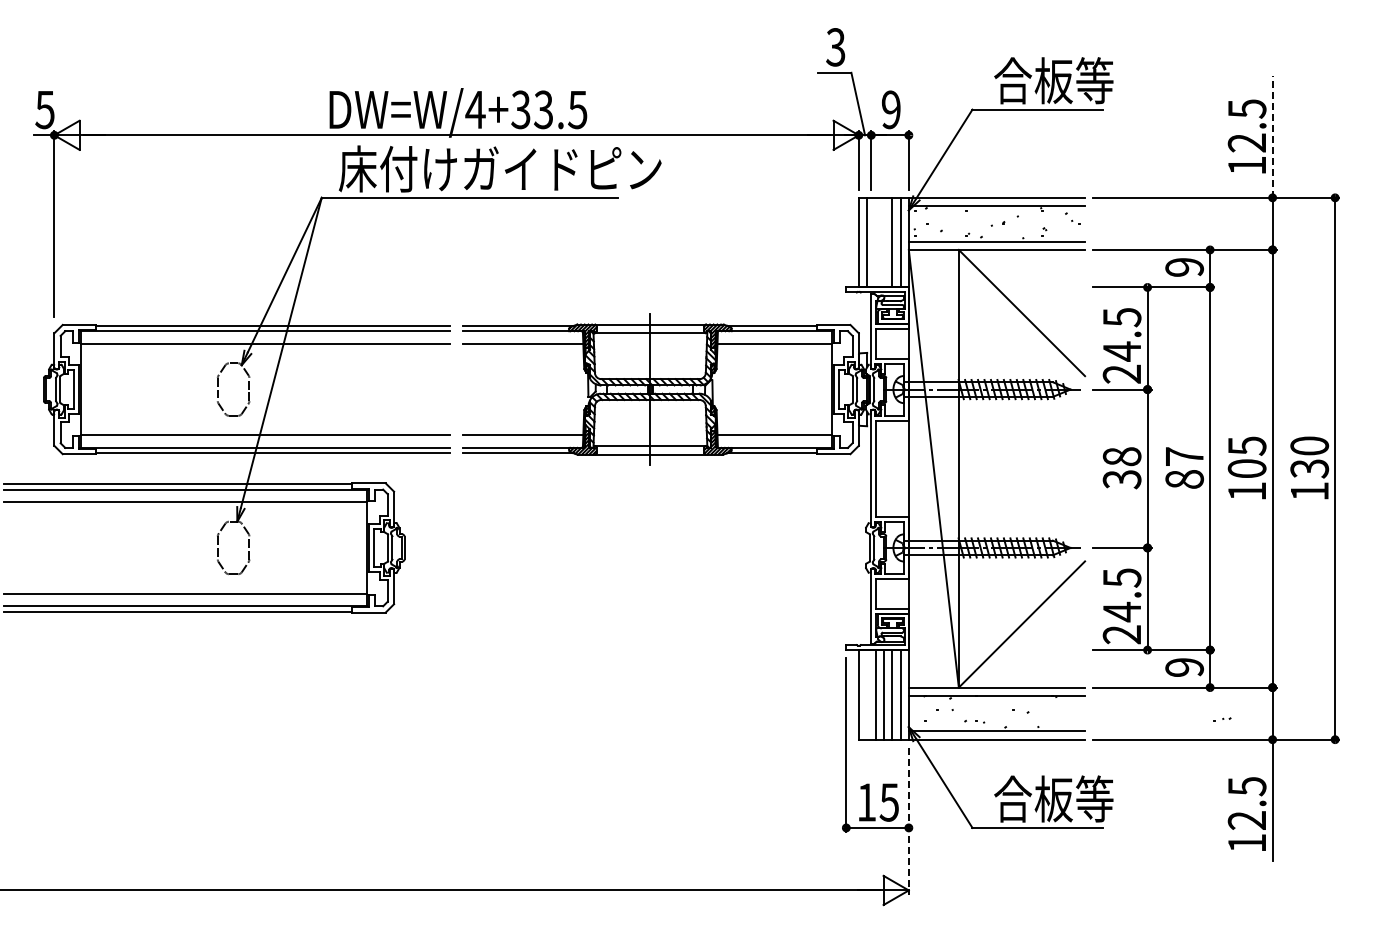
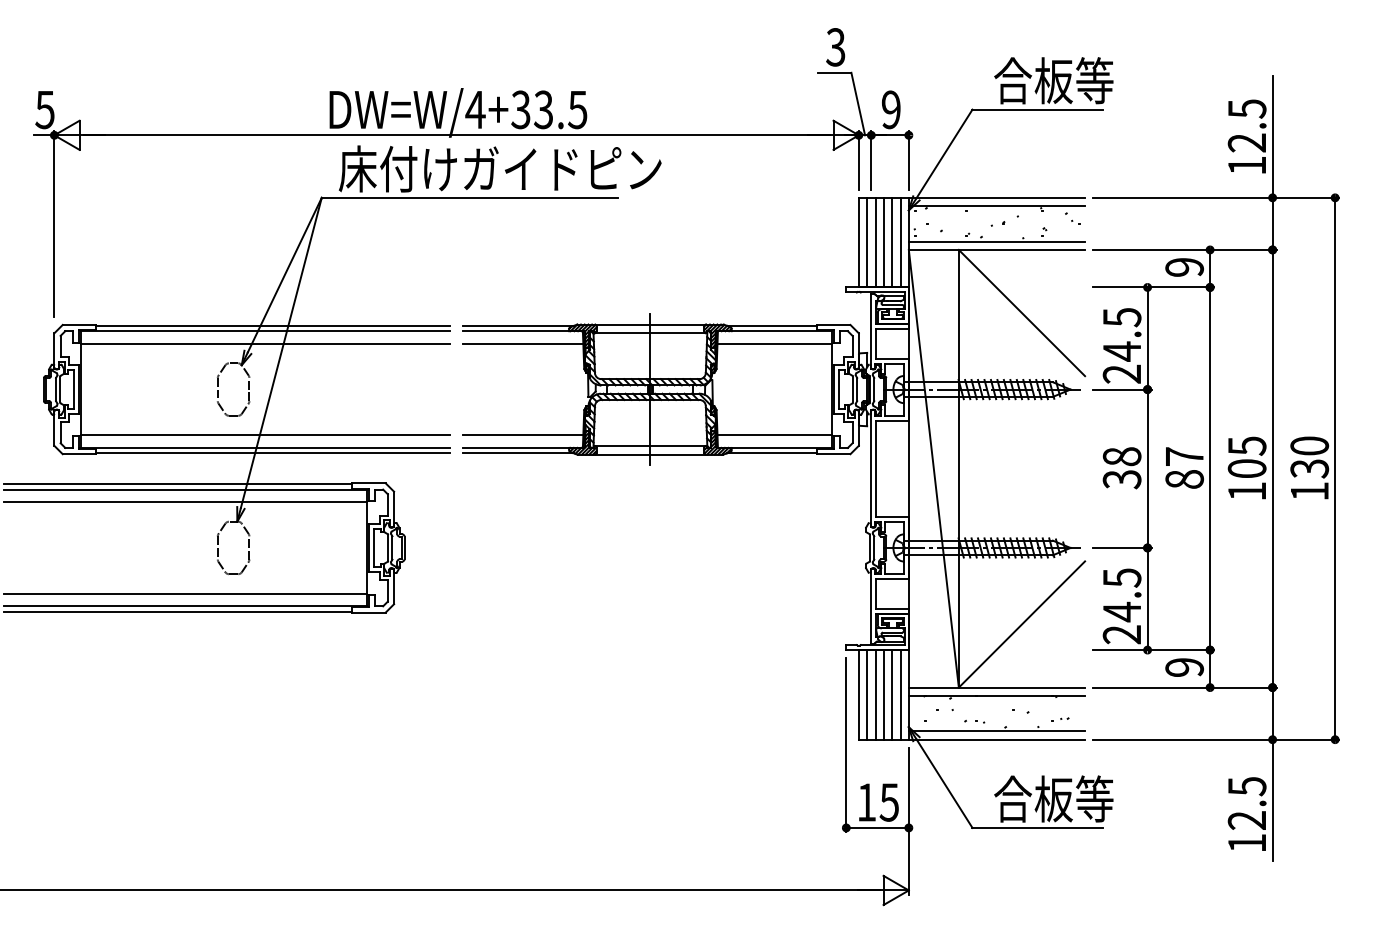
line at (1272, 137): dashed -> solid
line at (875, 242): none -> present
line at (883, 242): none -> present
line at (867, 694): none -> present
part at (1222, 719) position: (1222, 719) -> (1060, 719)
line at (908, 821): dashed -> solid
